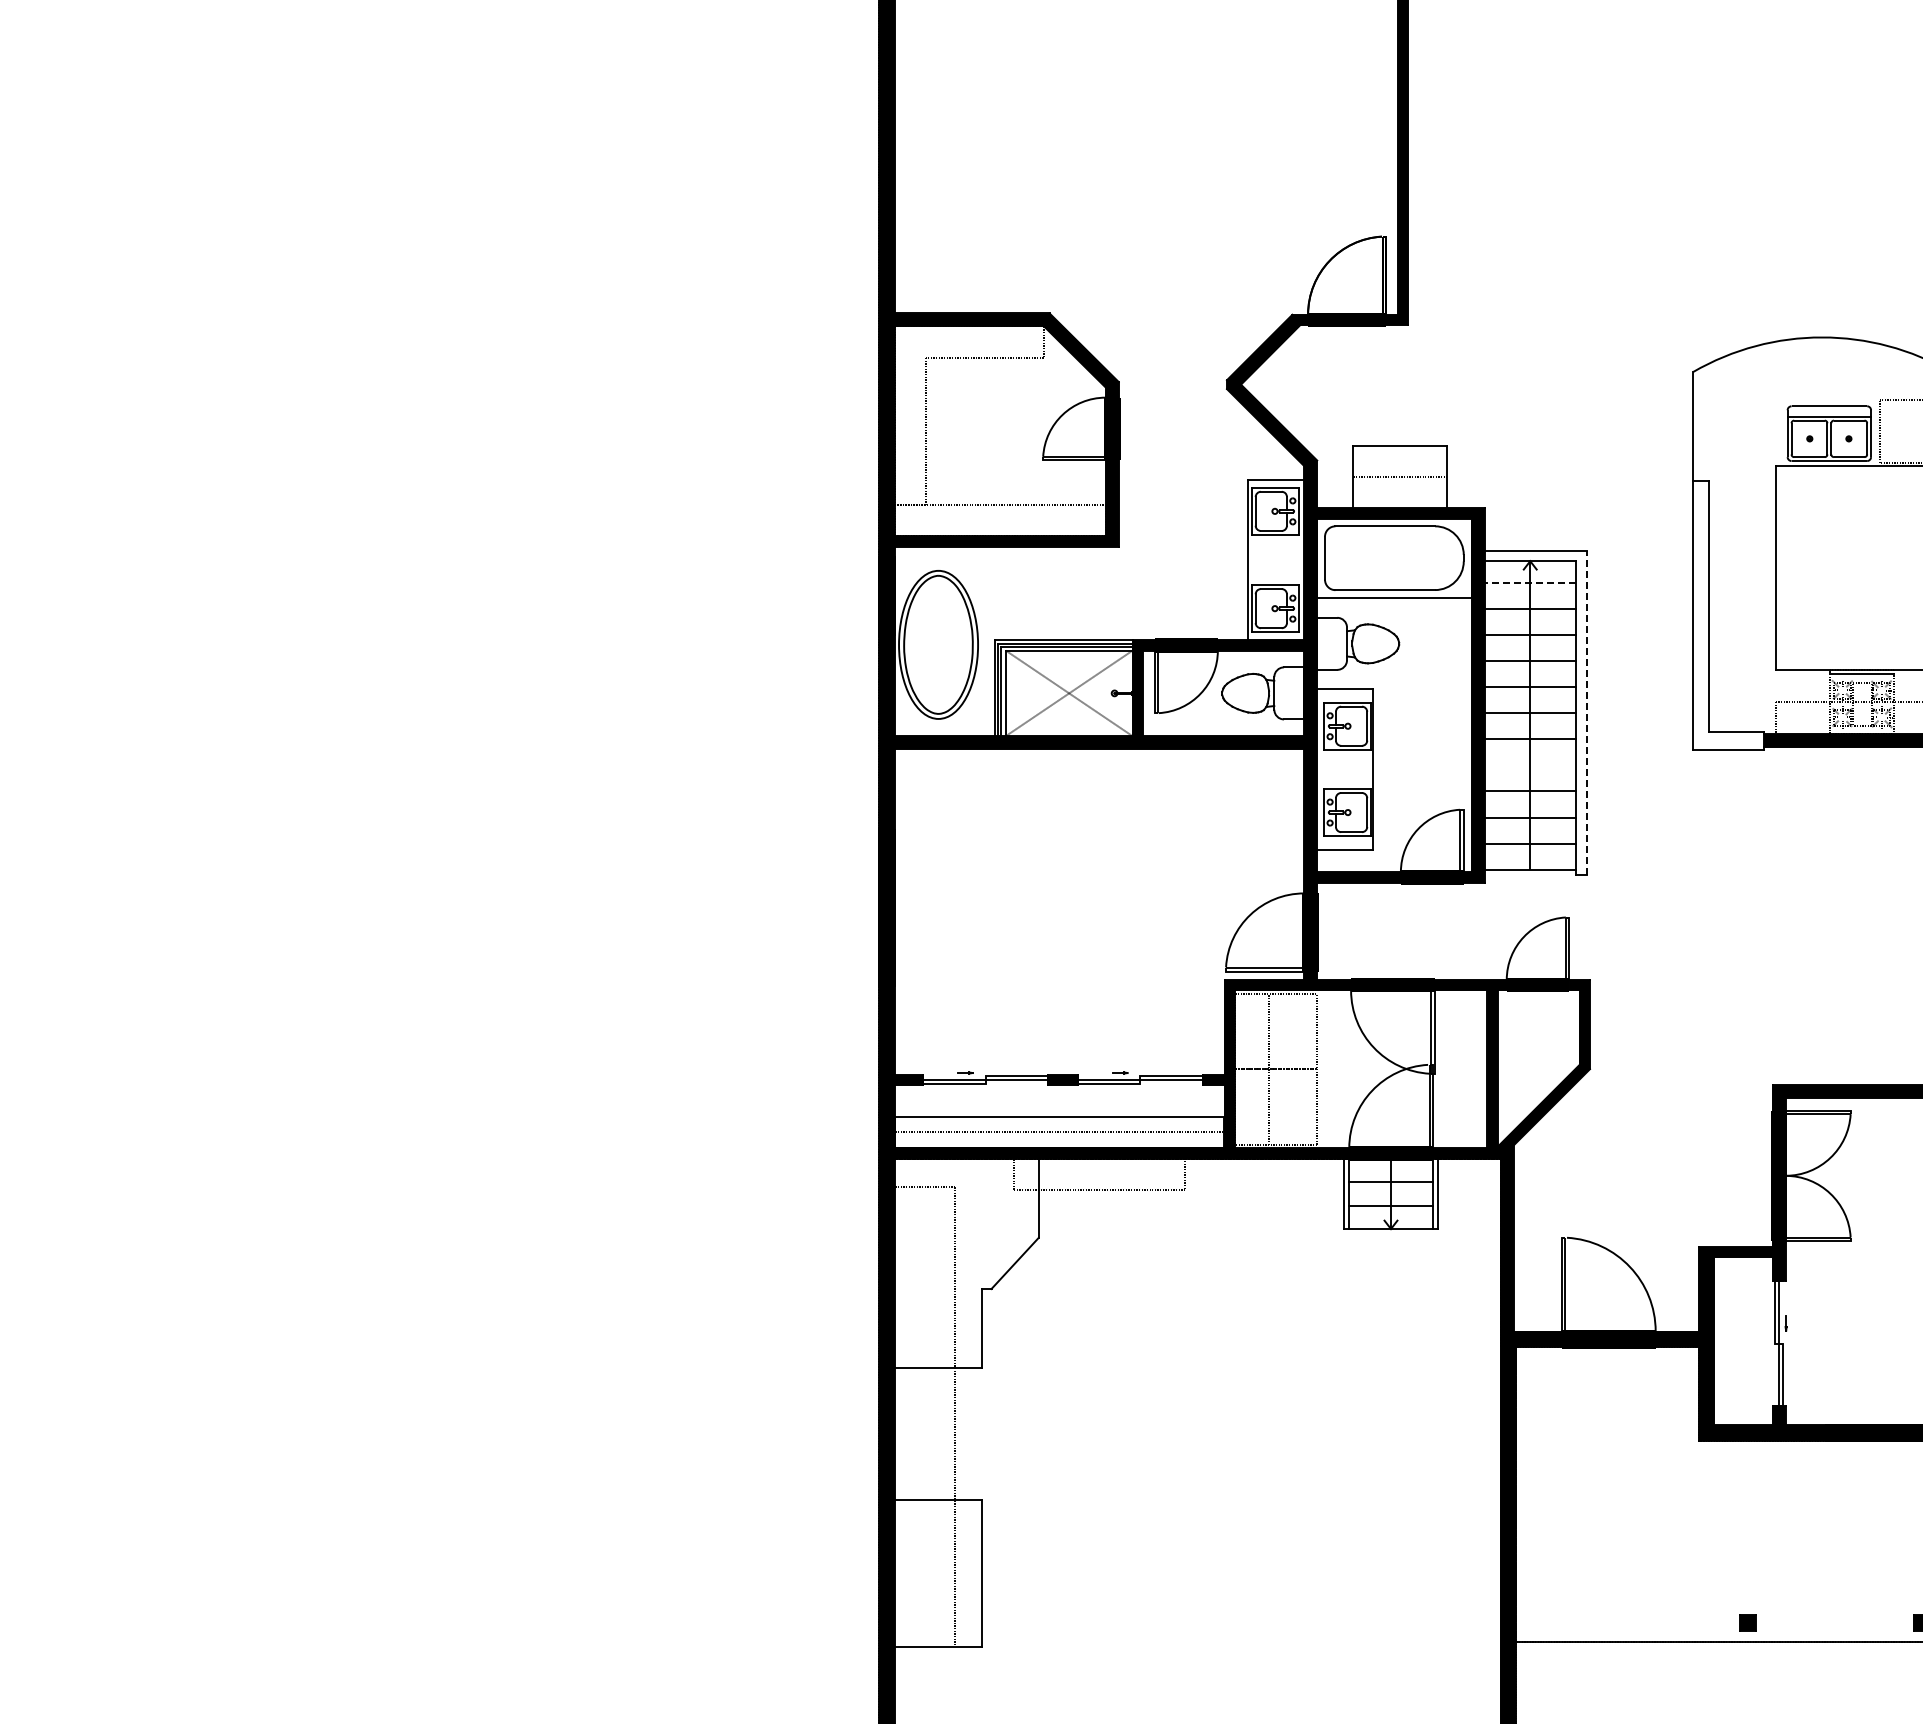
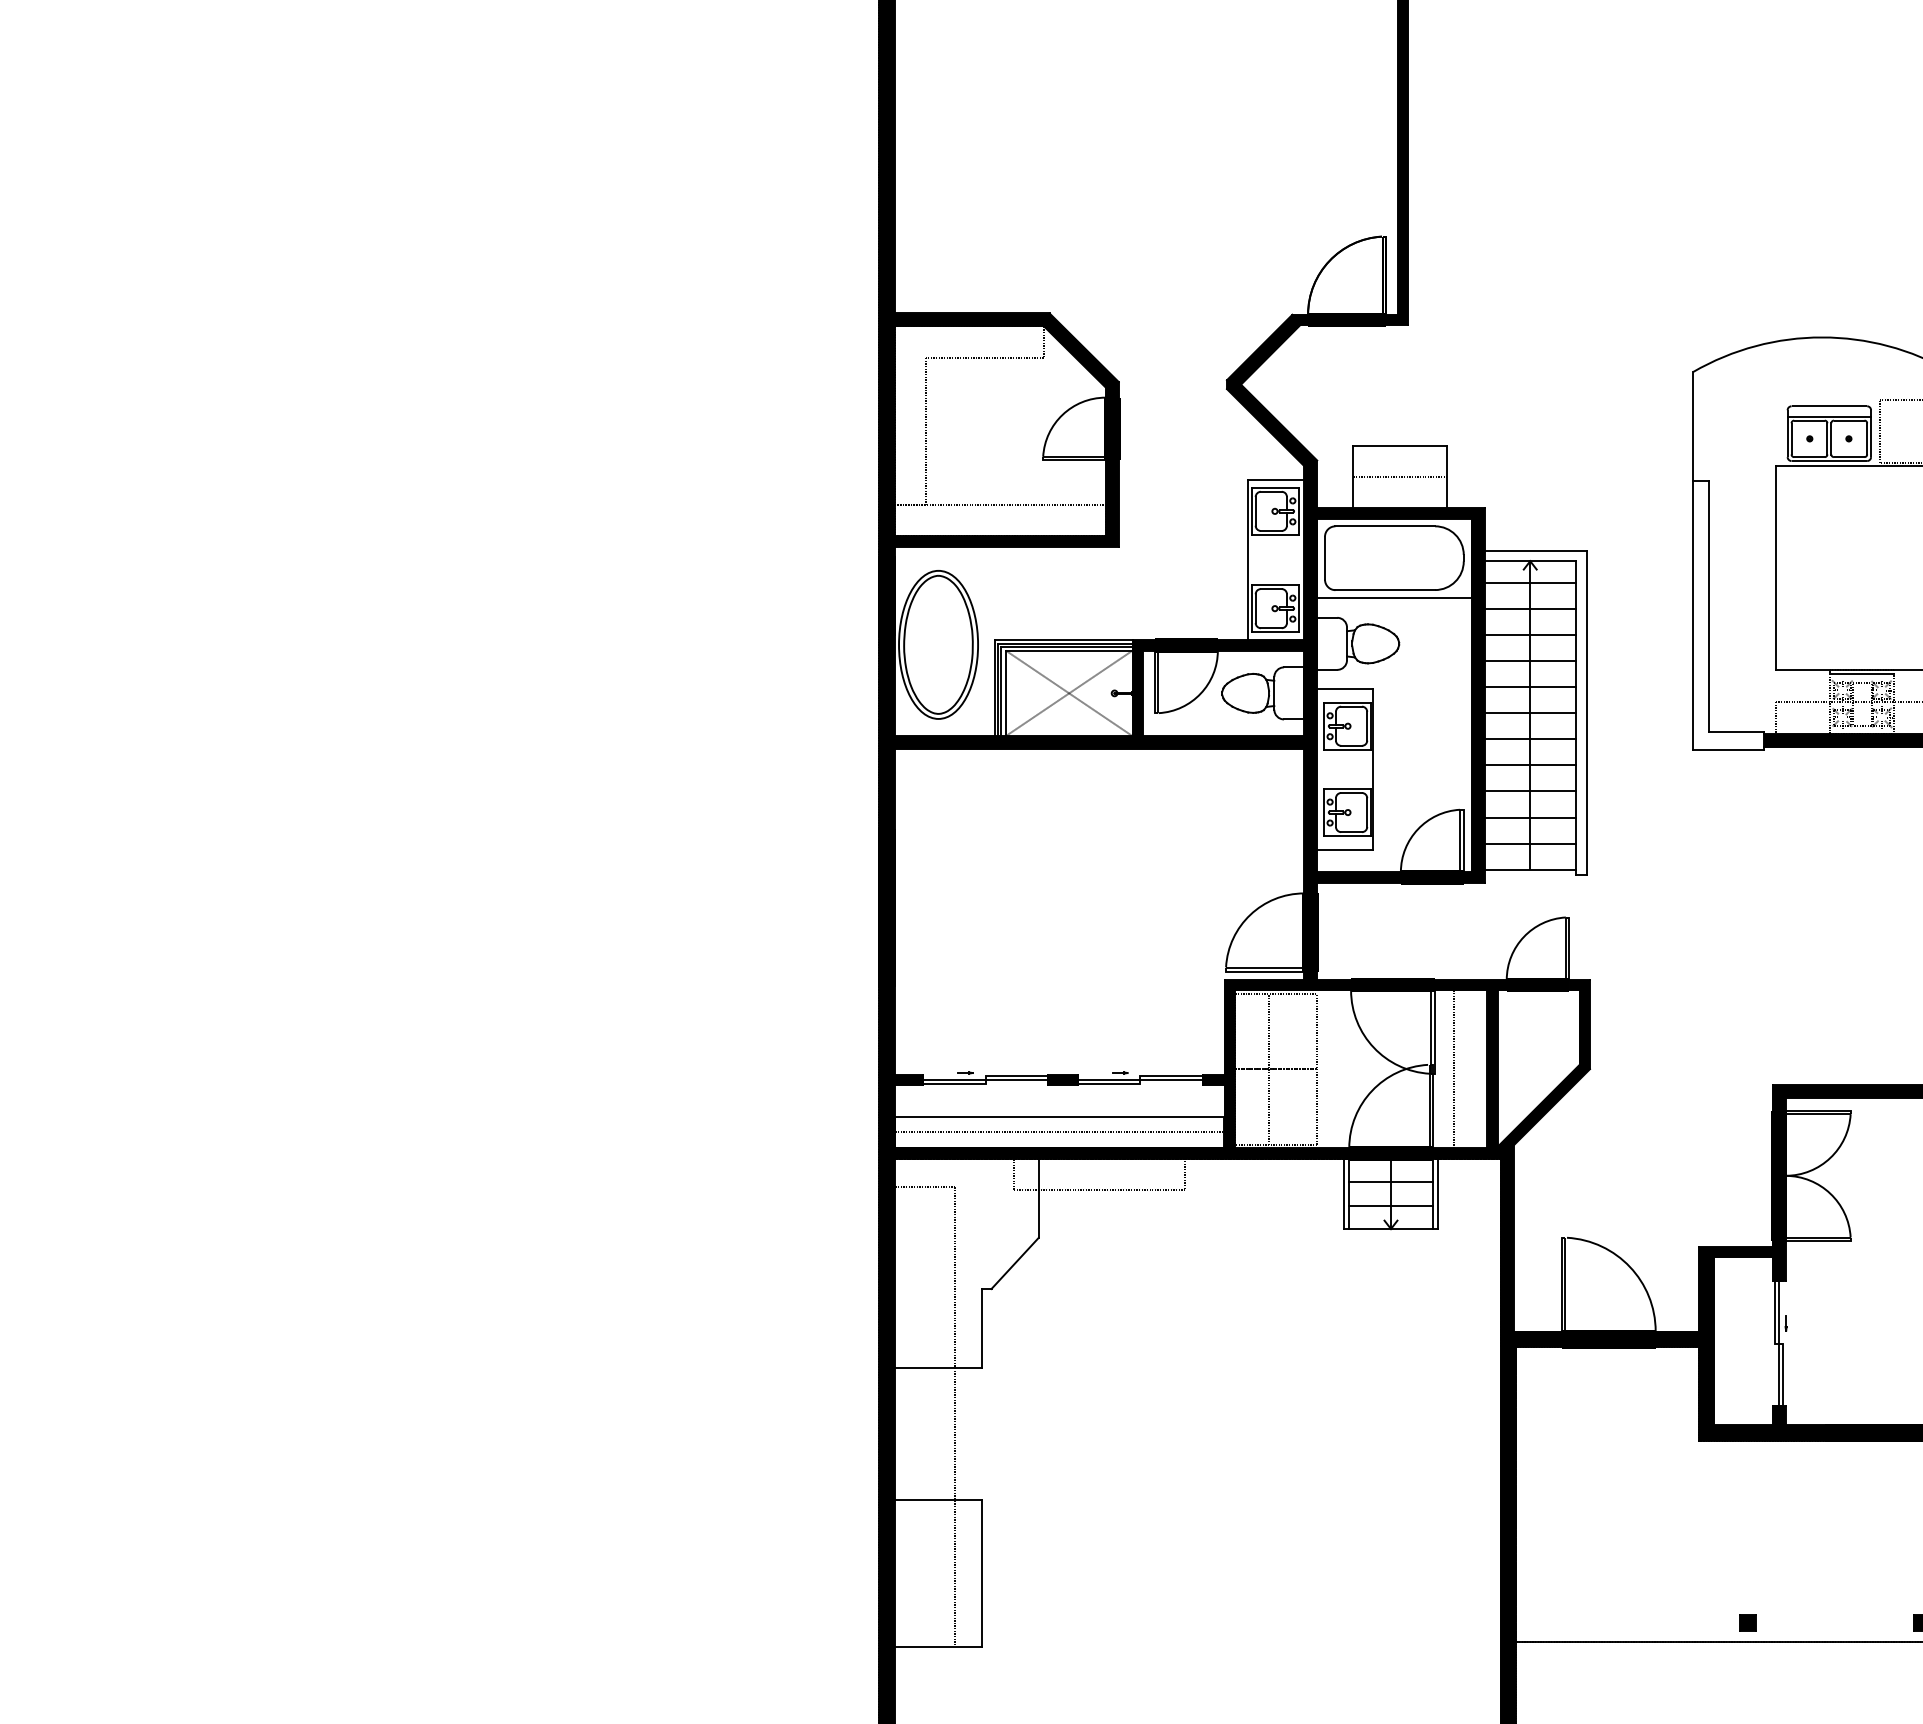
line at (1530, 582): dashed -> solid
line at (1586, 712): dashed -> solid
line at (1530, 765): none -> present
line at (1454, 1069): none -> present
